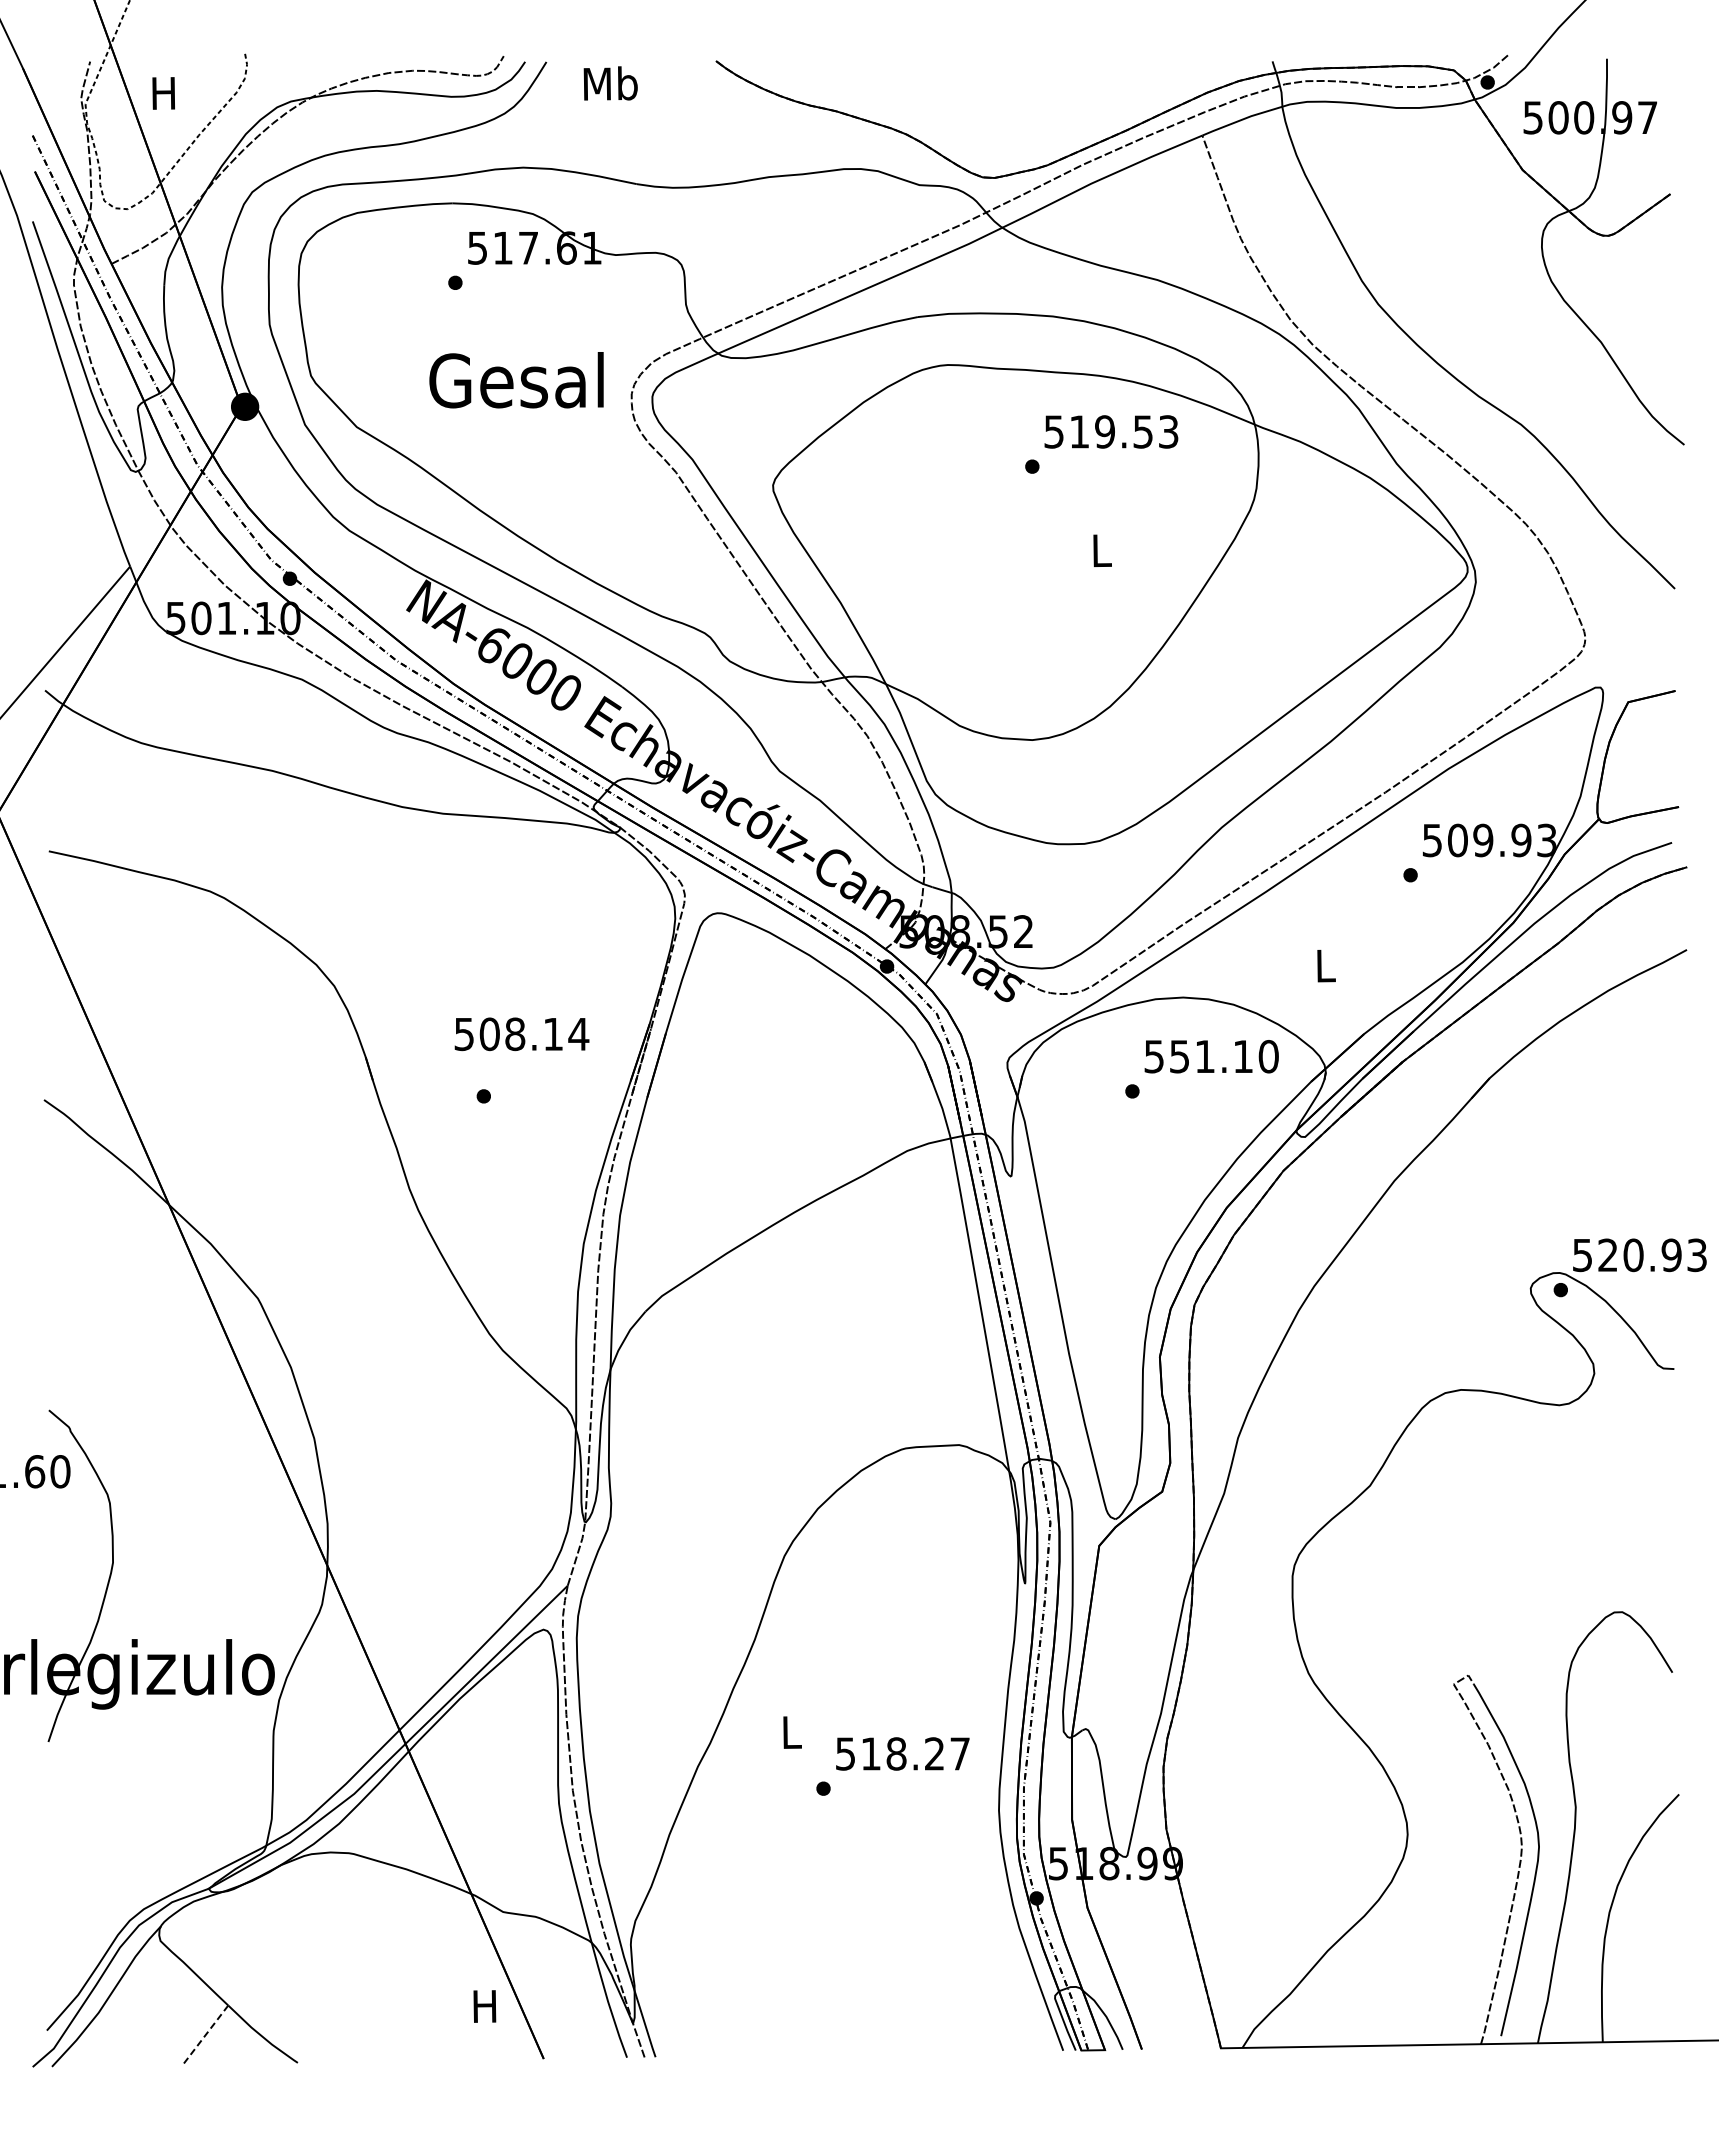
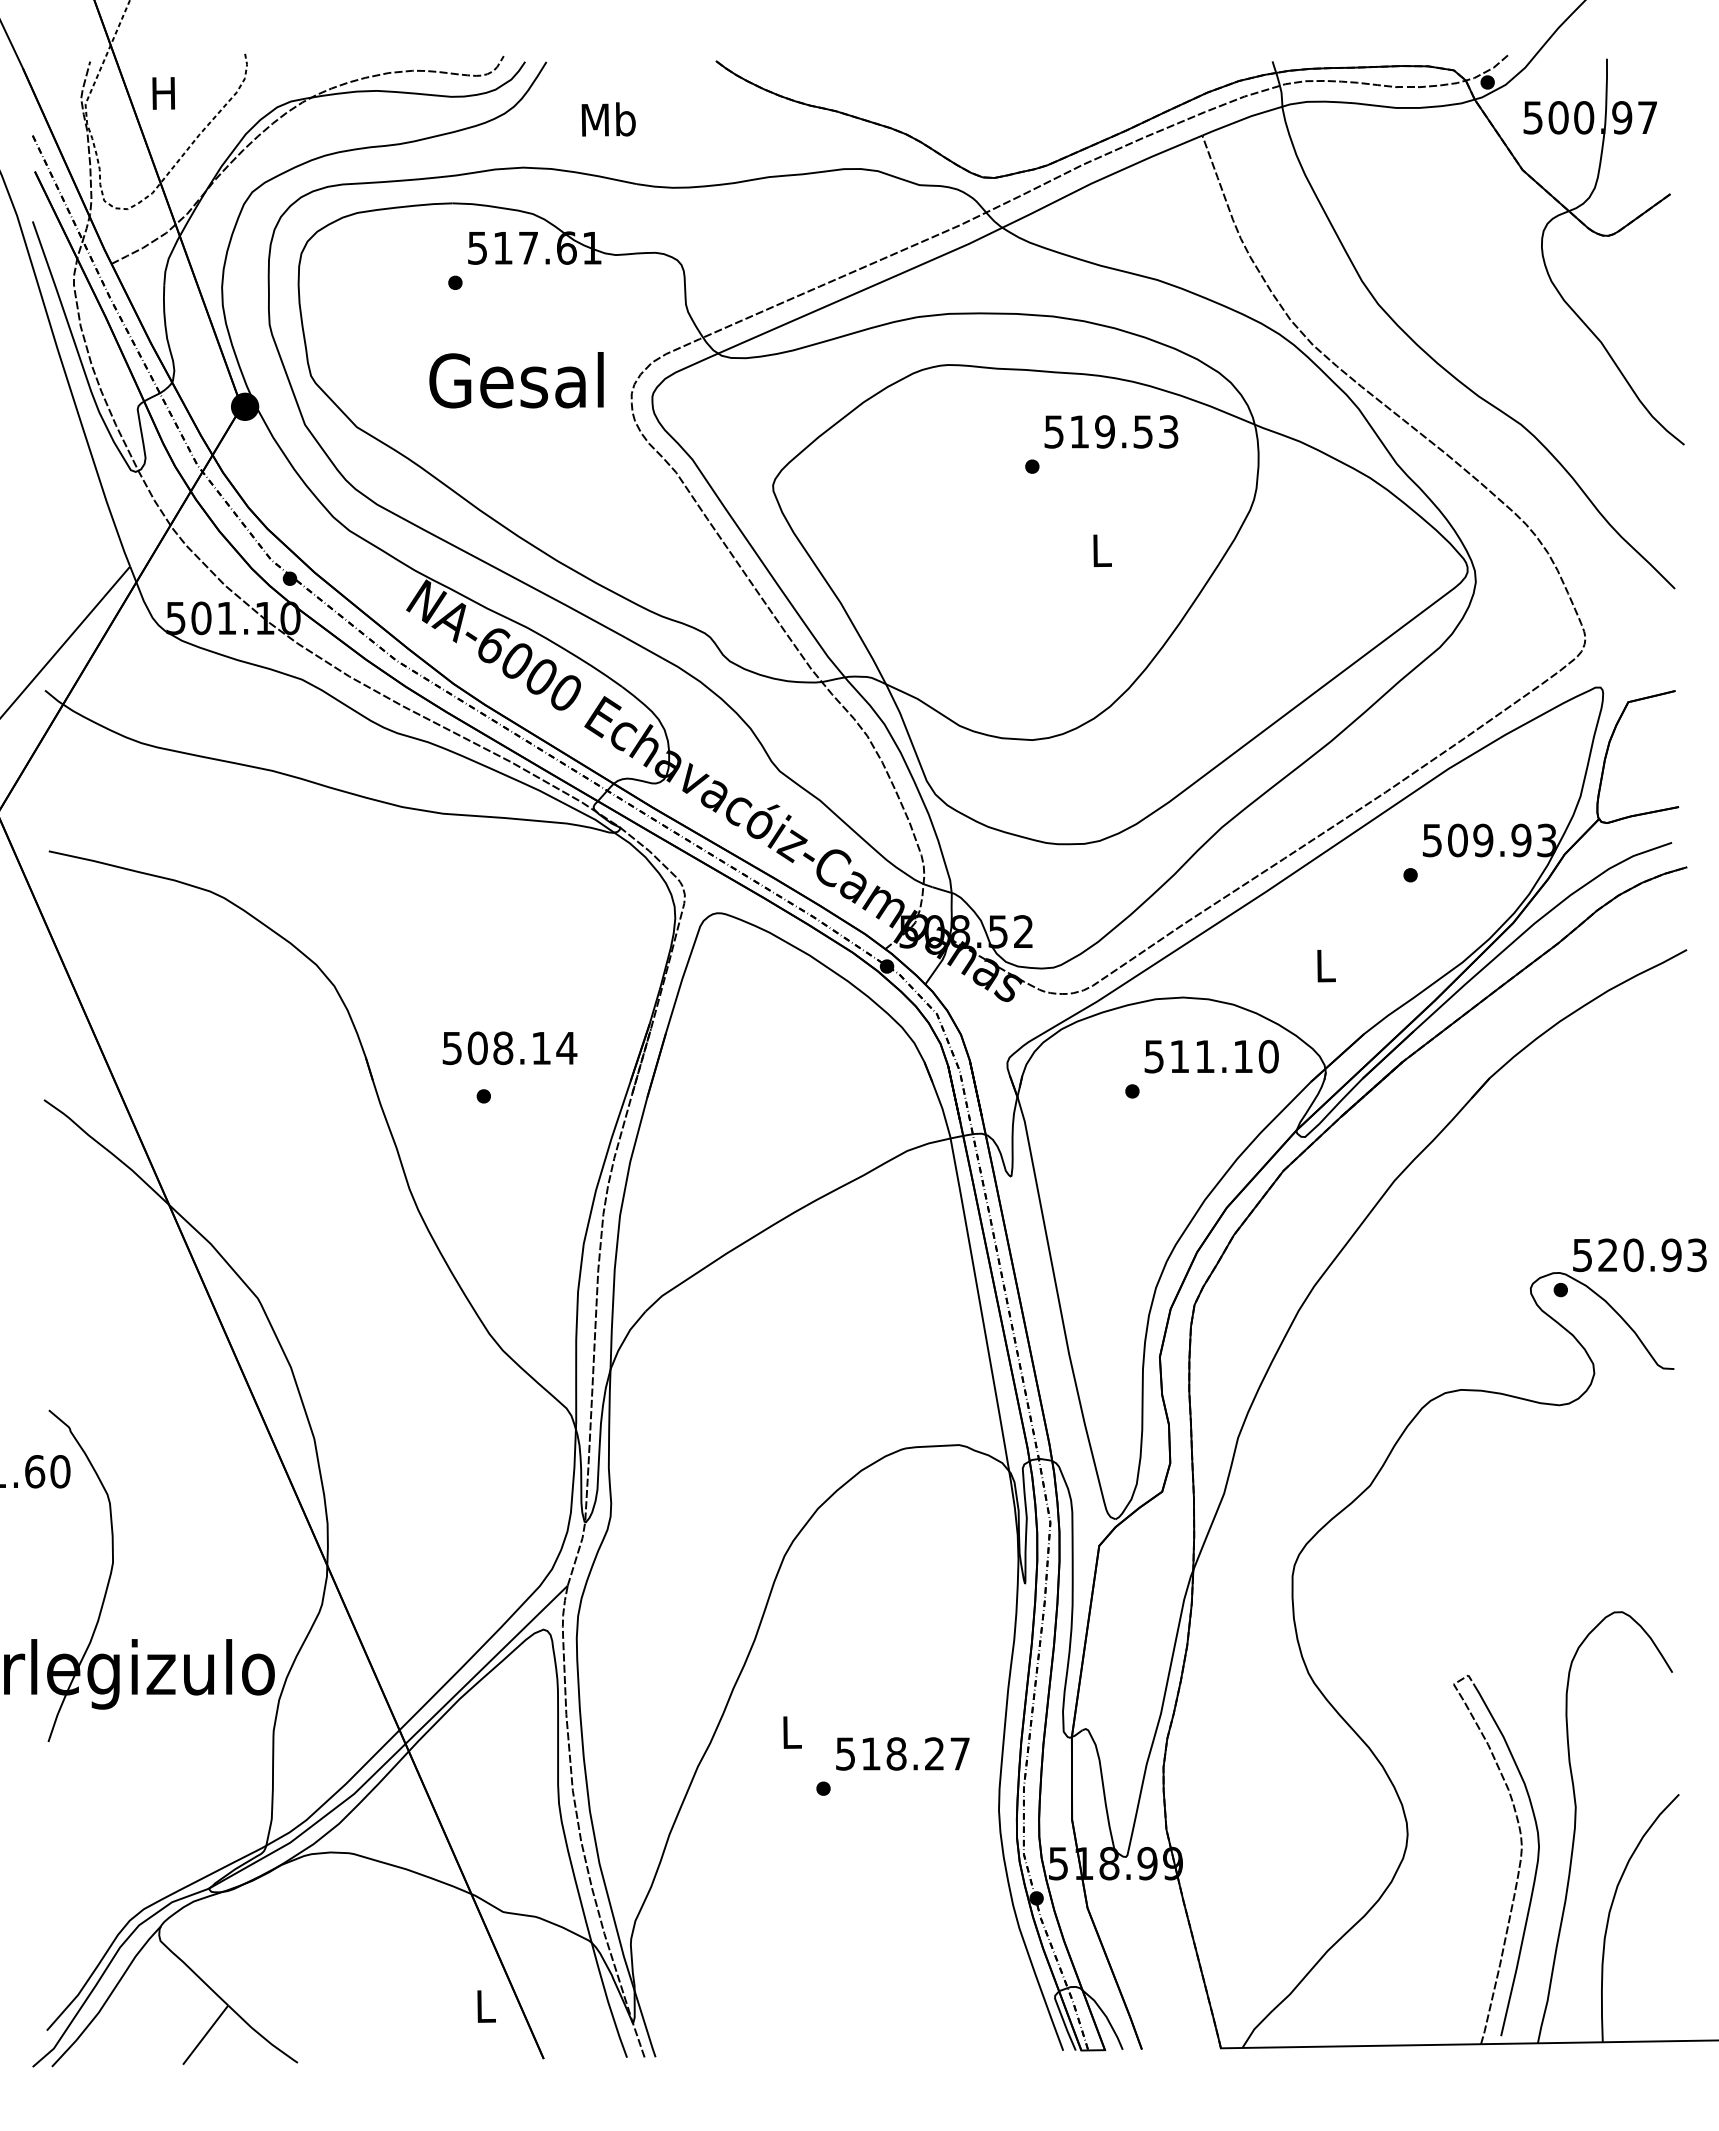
text at (610, 83) position: (610, 83) -> (608, 119)
text at (521, 1034) position: (521, 1034) -> (509, 1048)
text at (1179, 1056): 551.10 -> 511.10
text at (484, 2006): H -> L
line at (205, 2035): dashed -> solid
